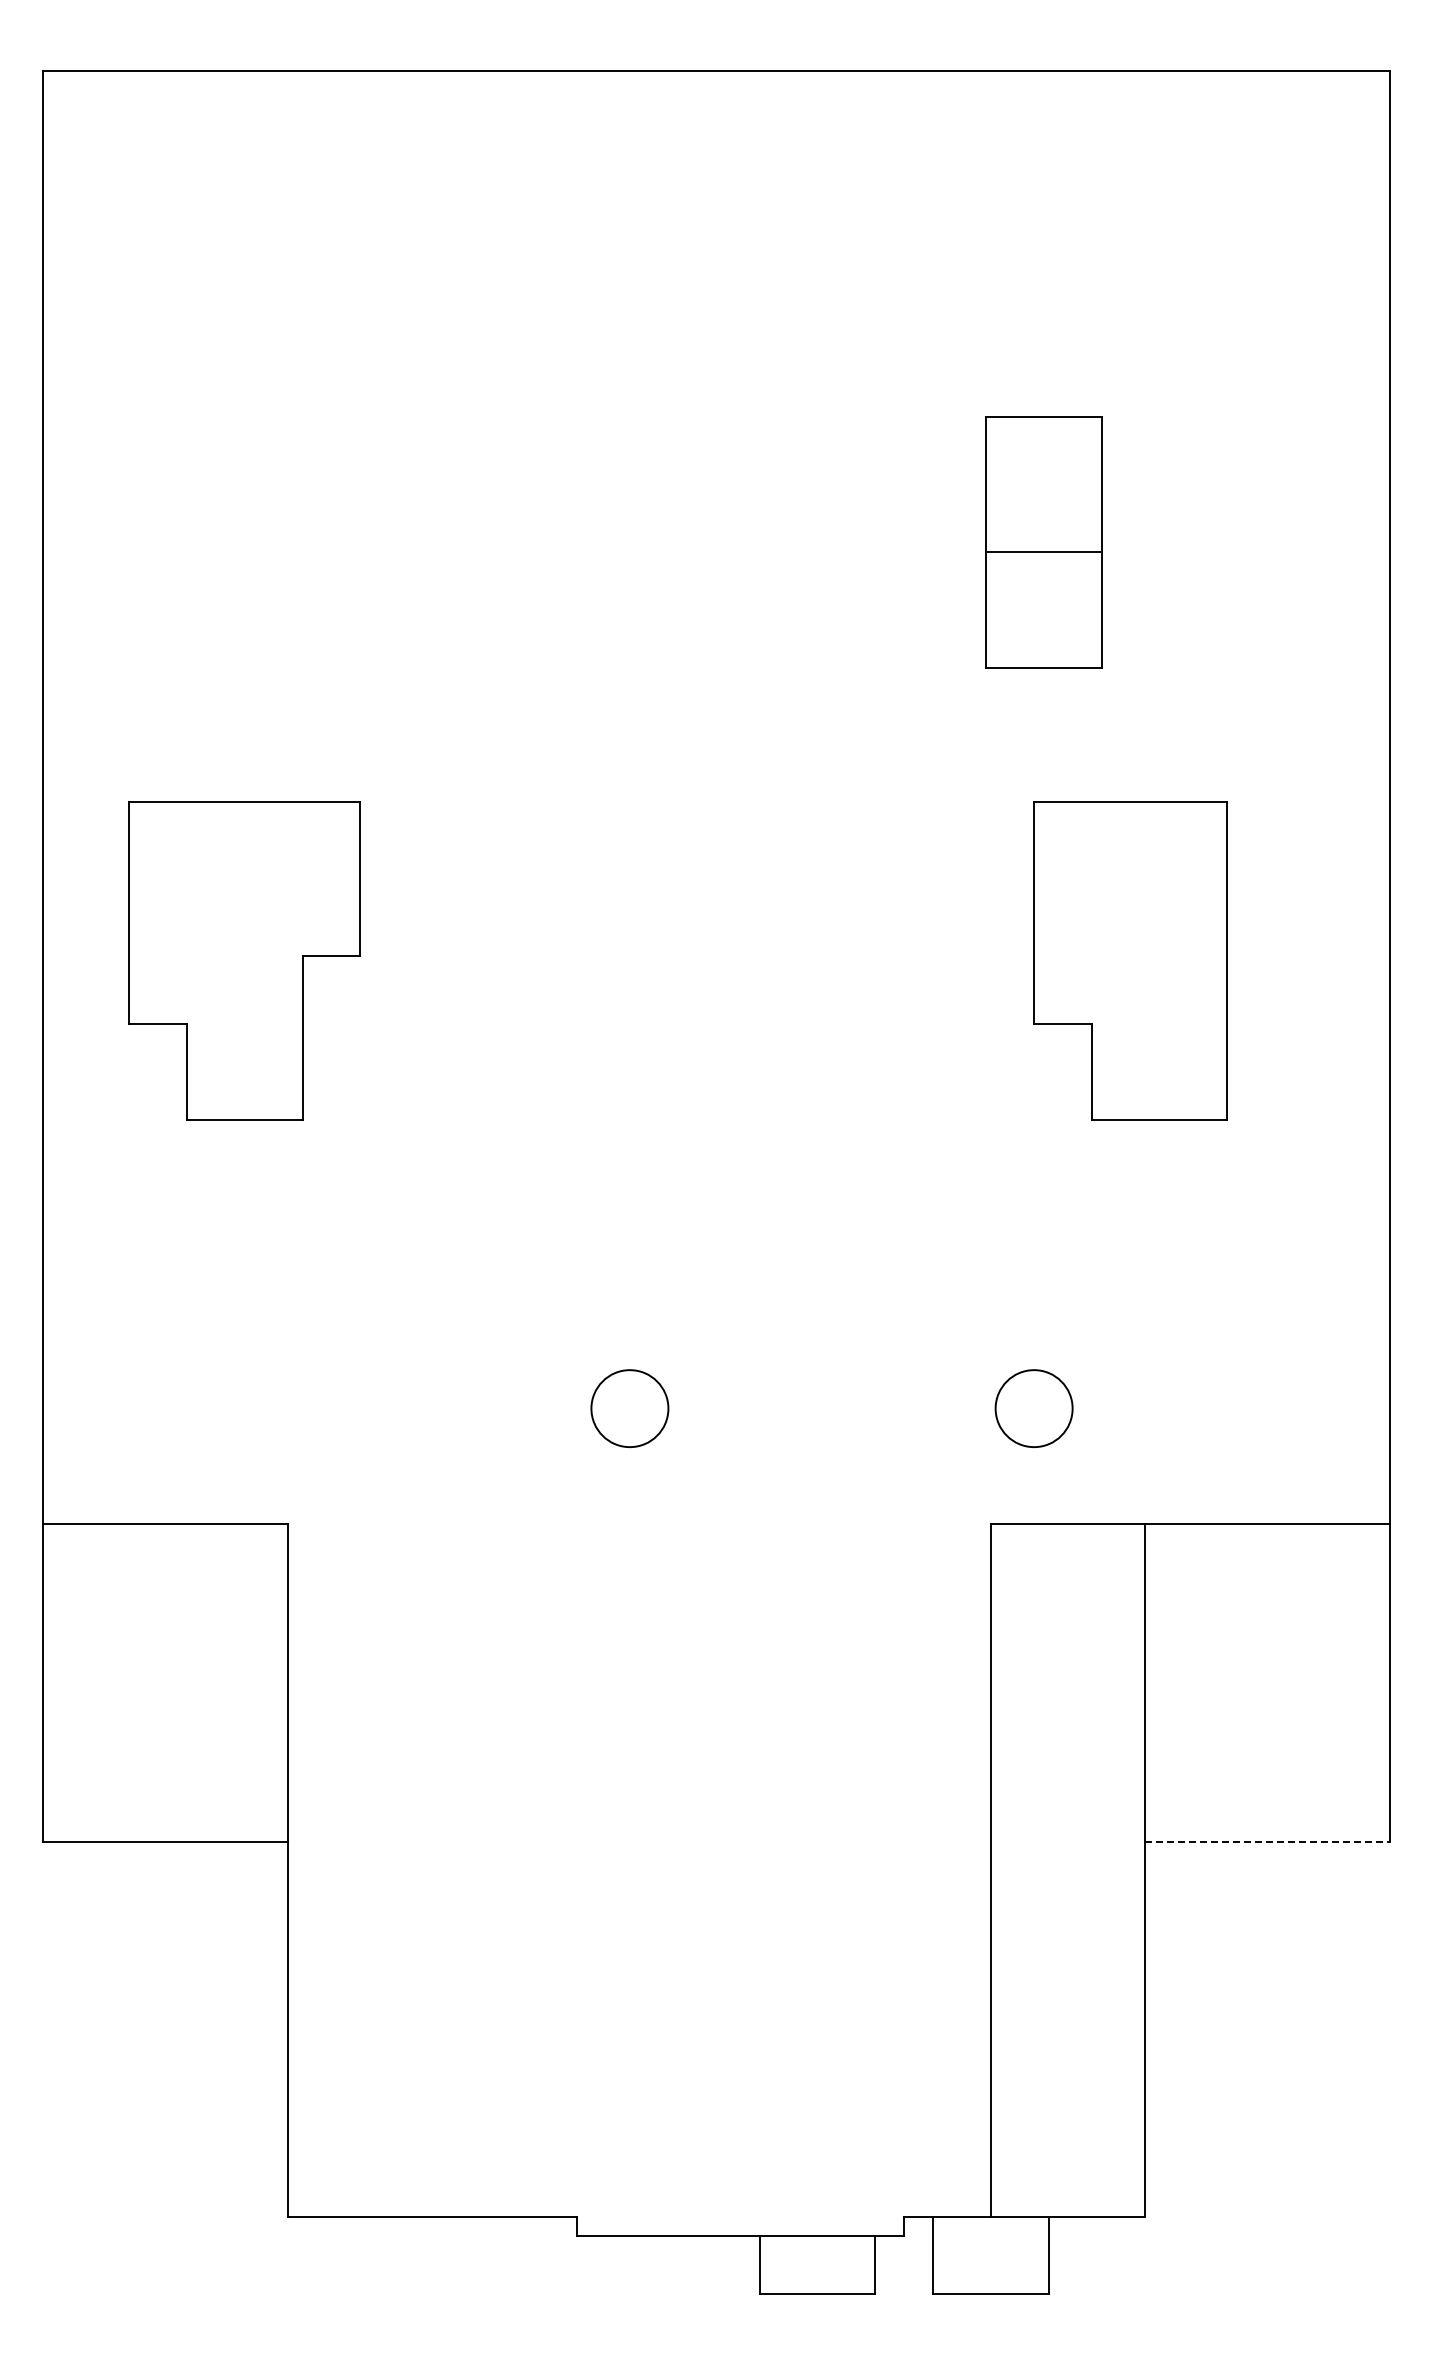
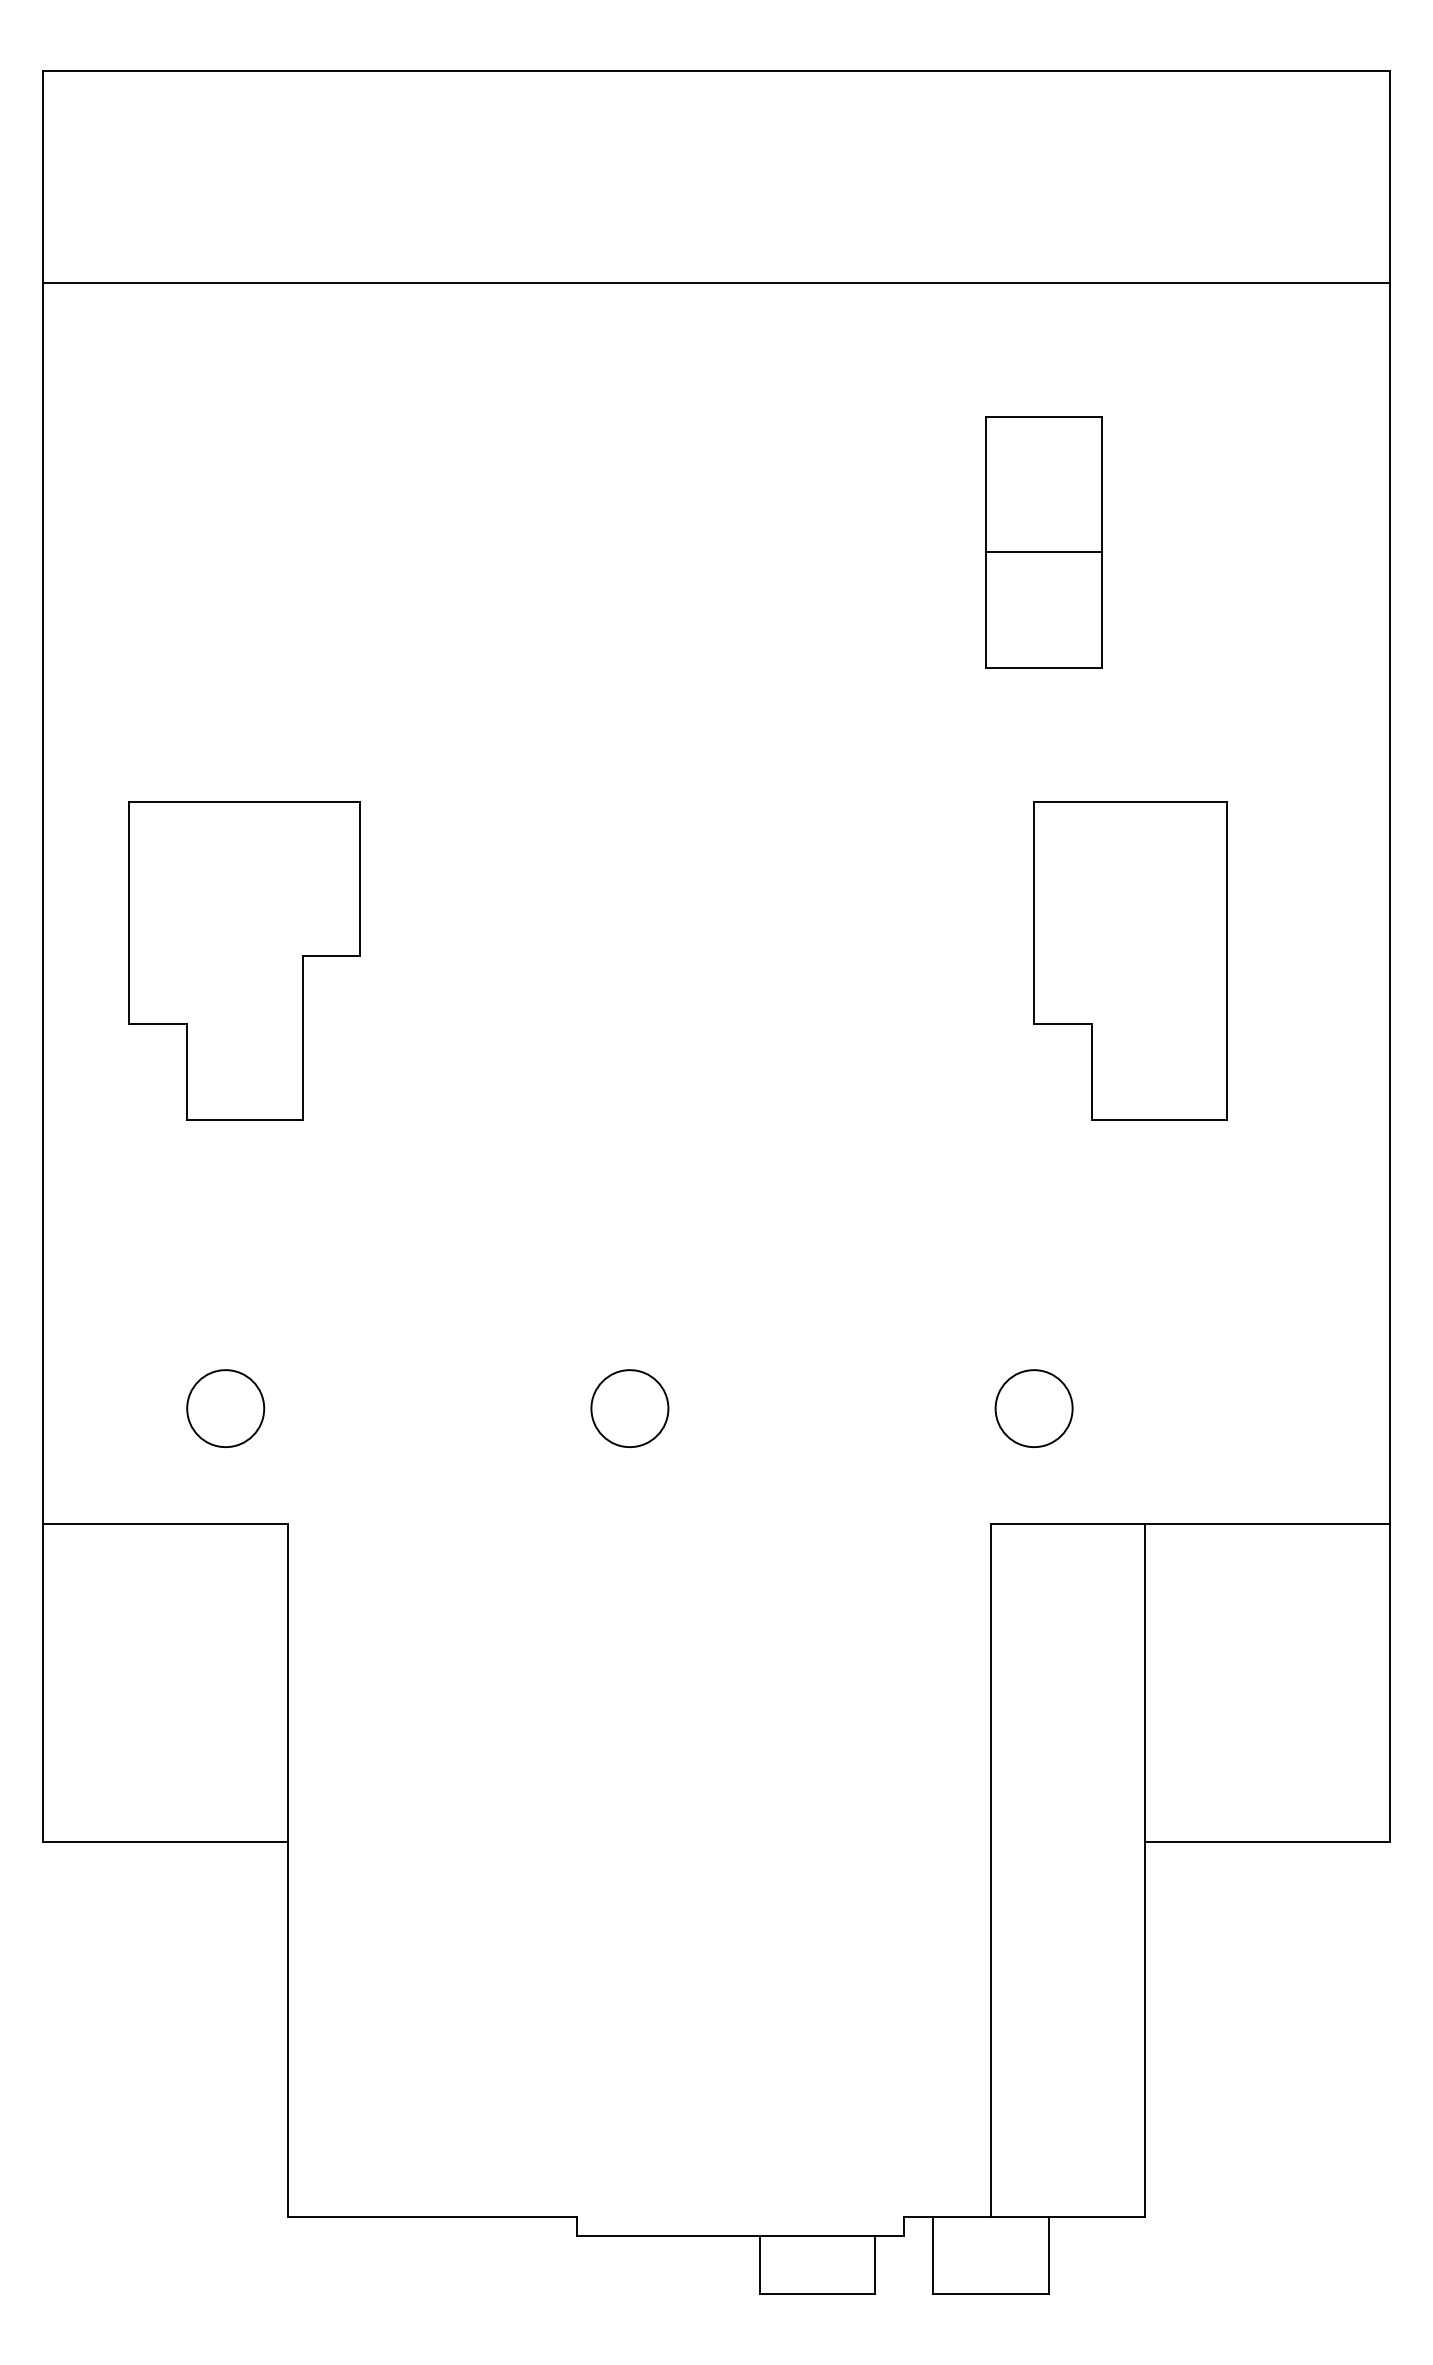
line at (716, 282): none -> present
circle at (225, 1408): none -> present
line at (1267, 1841): dashed -> solid
